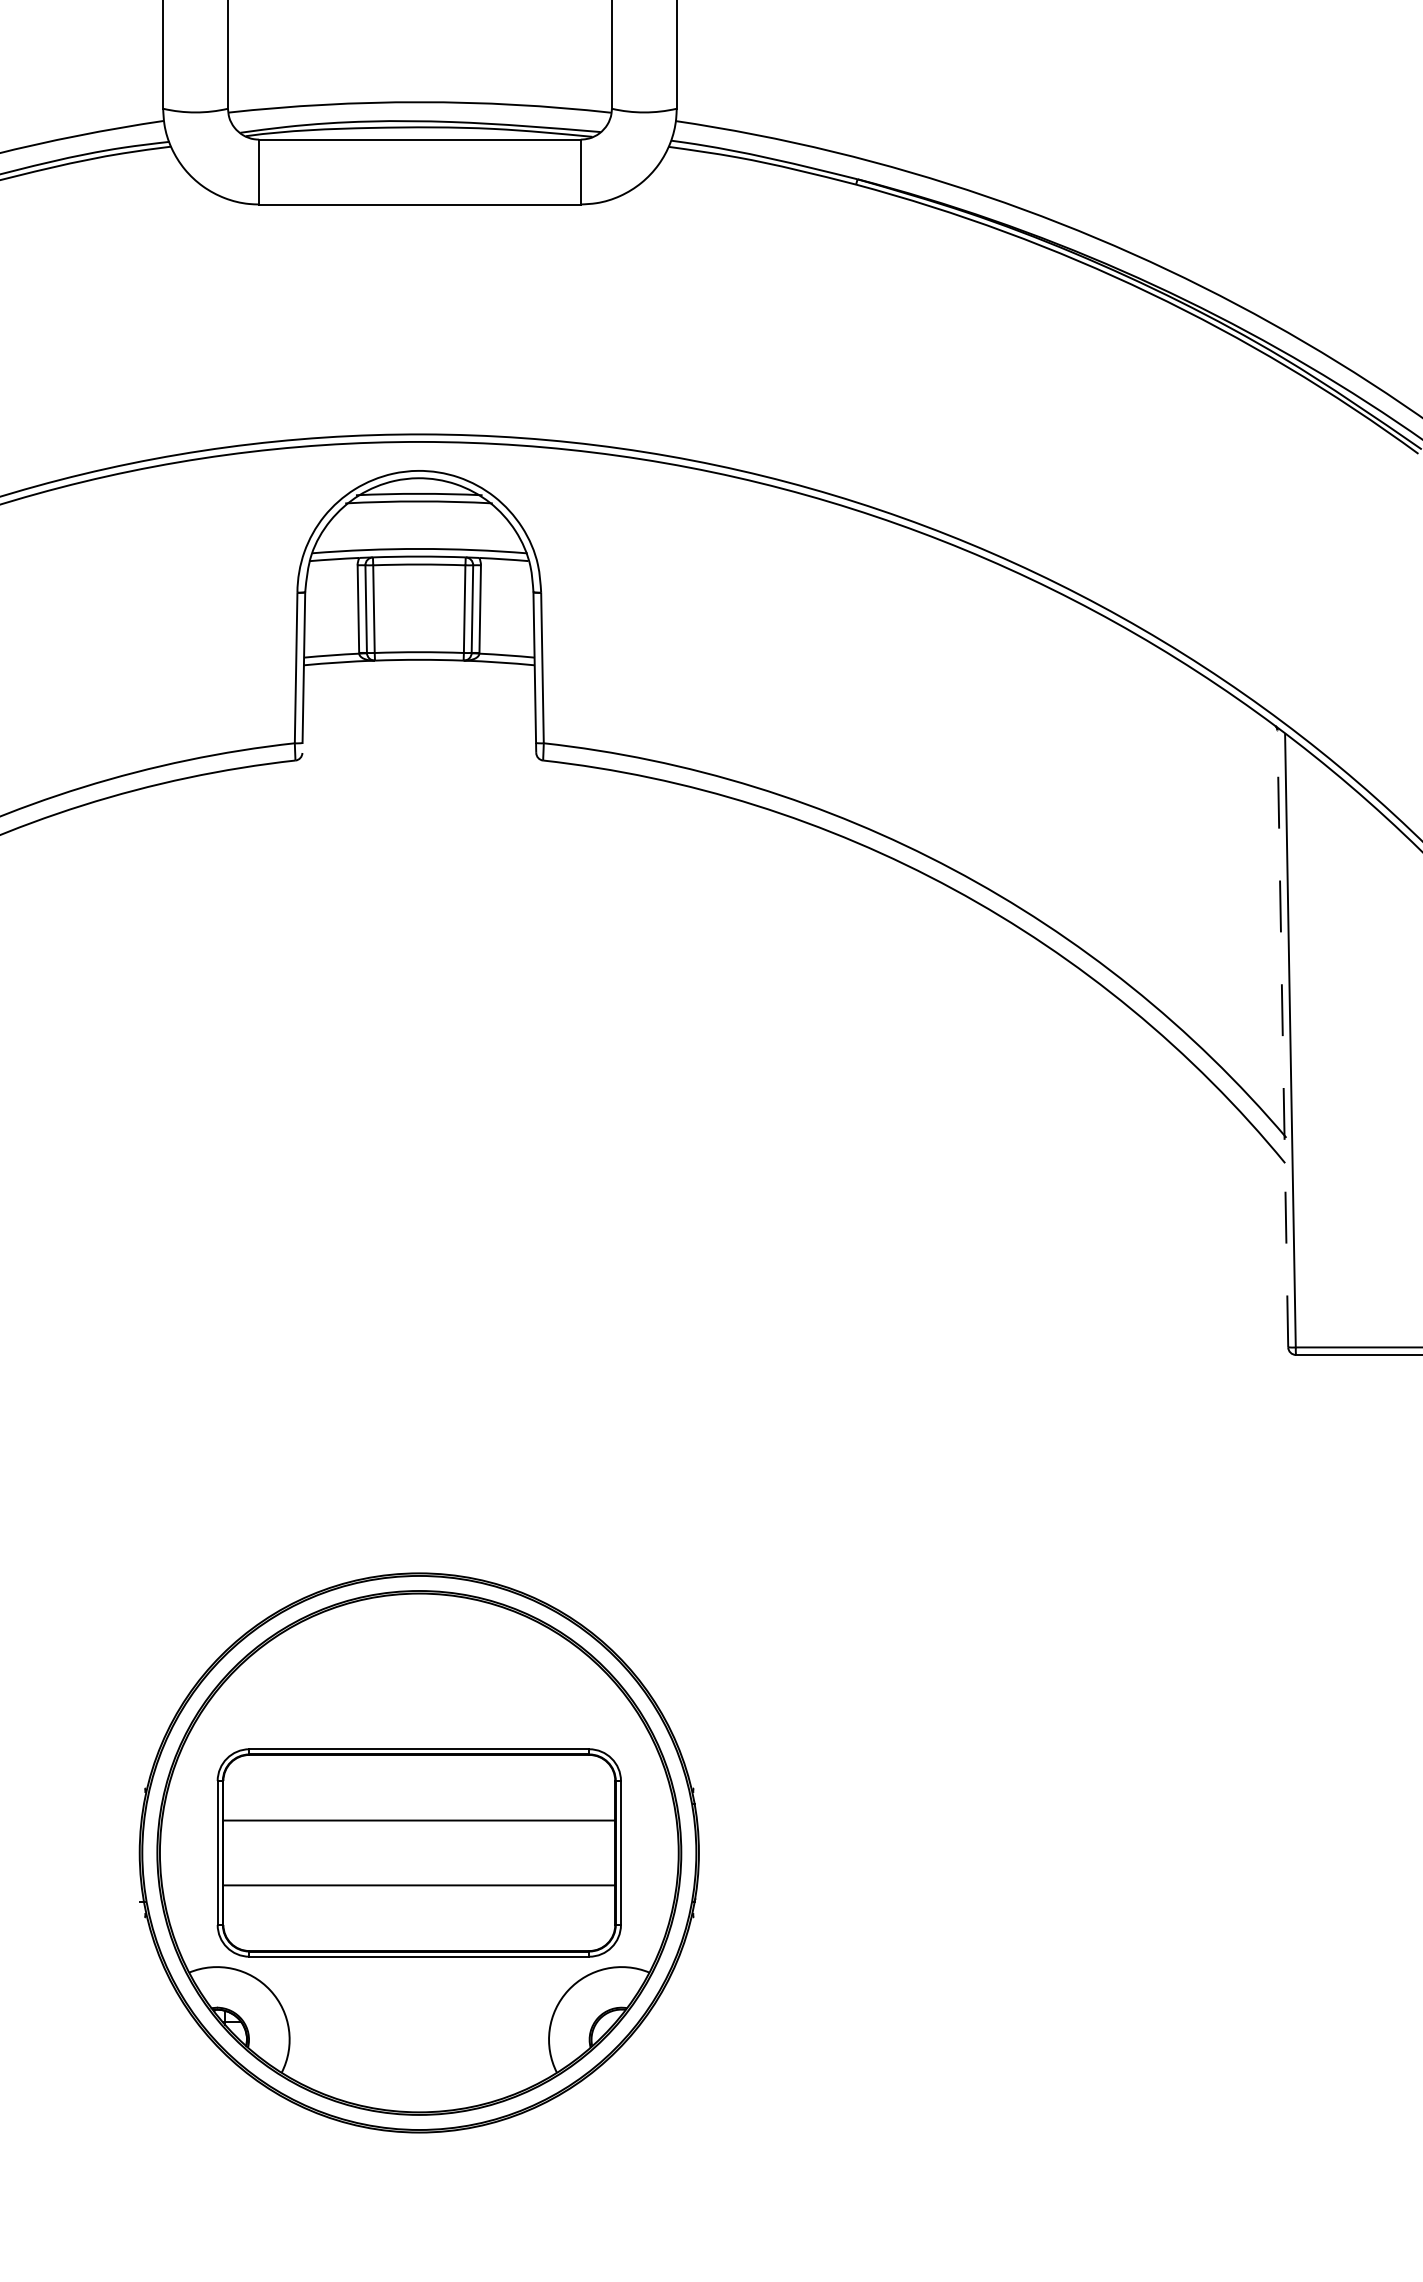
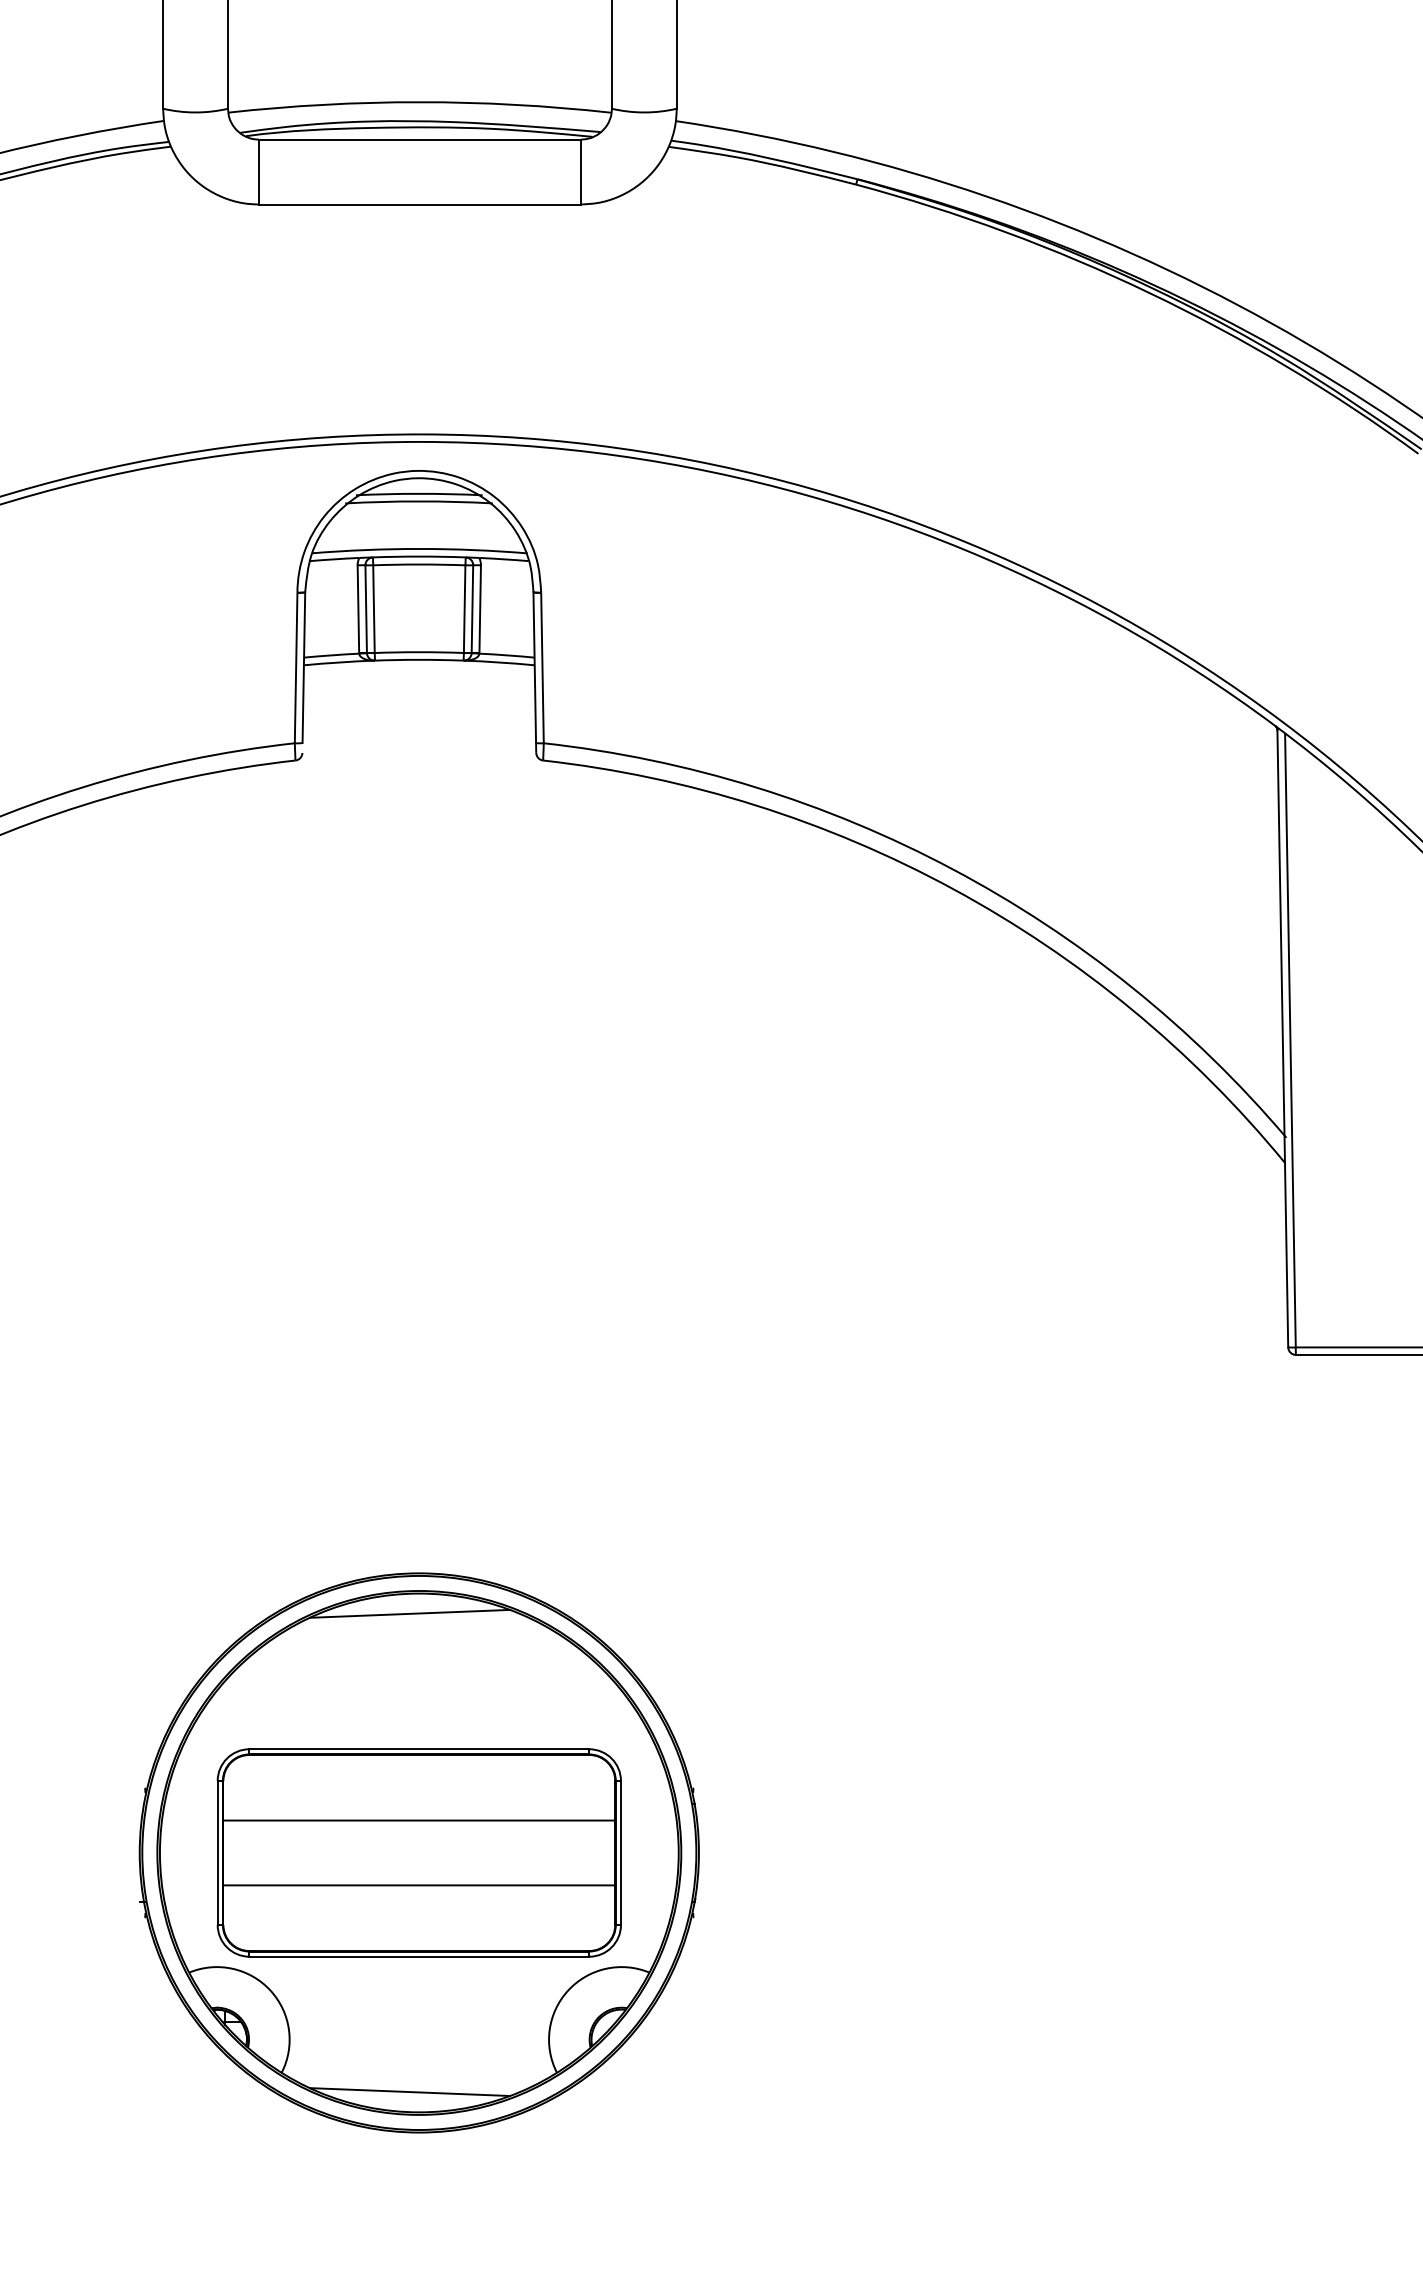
line at (1282, 1038): dashed -> solid
line at (409, 1613): none -> present
line at (409, 2092): none -> present
